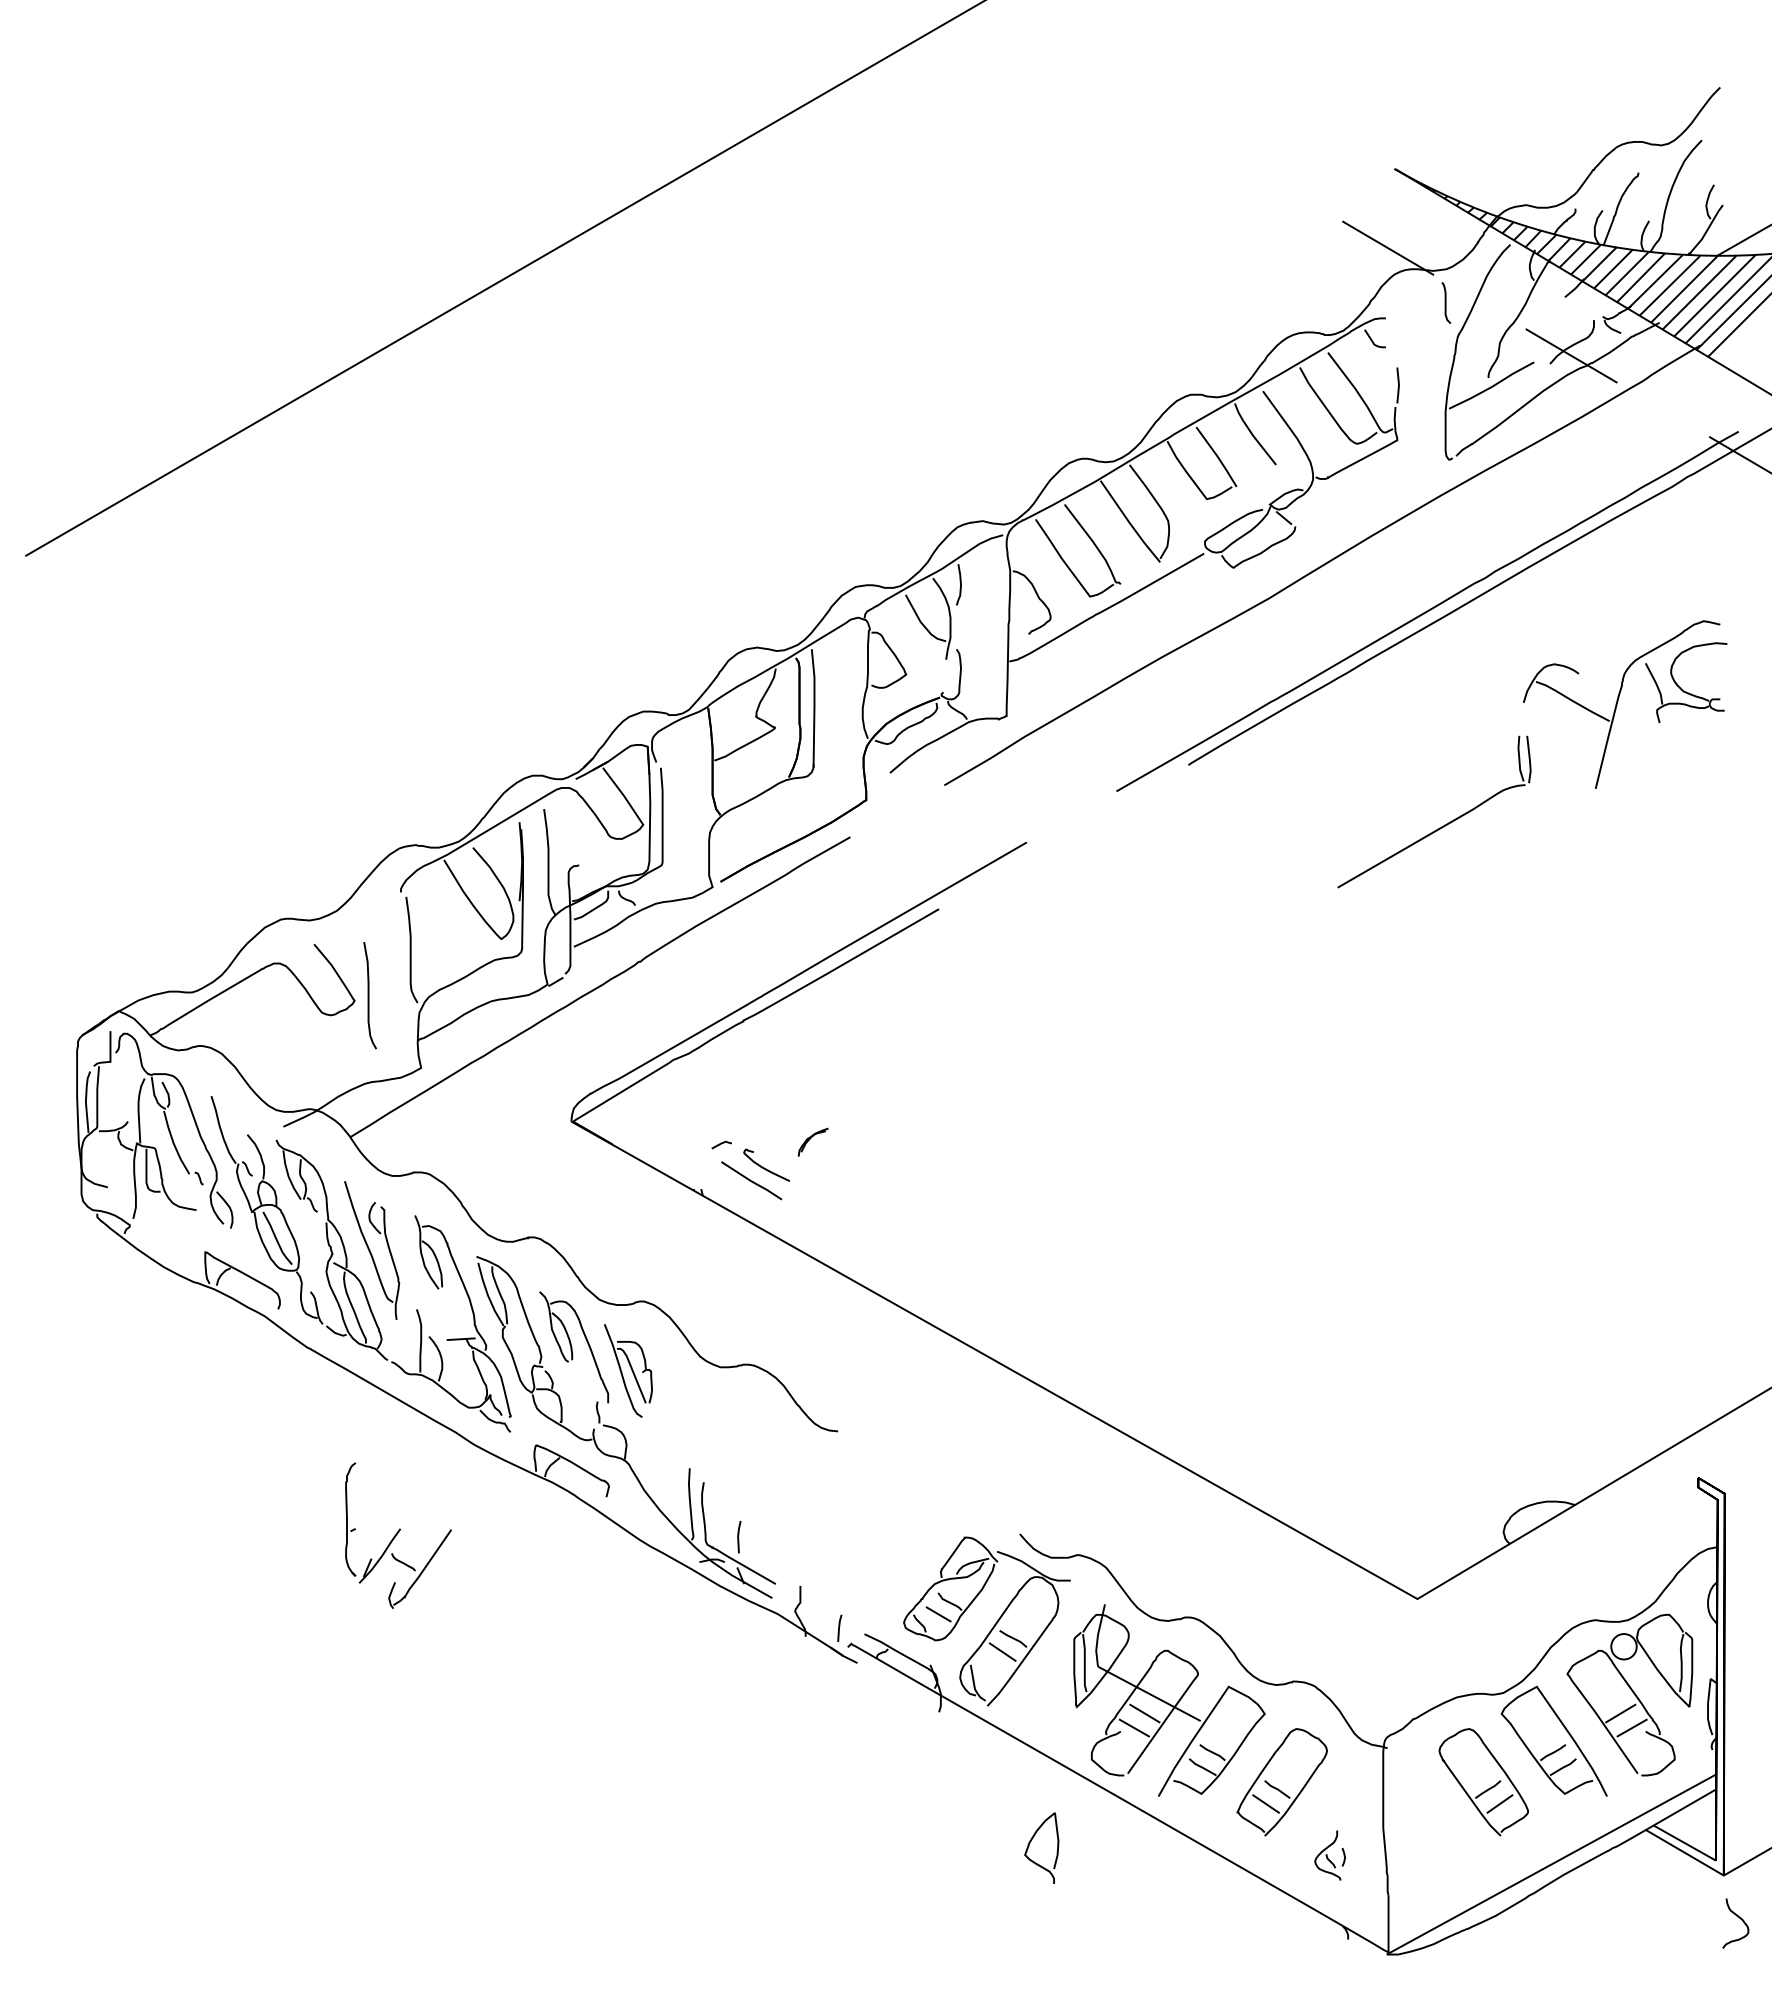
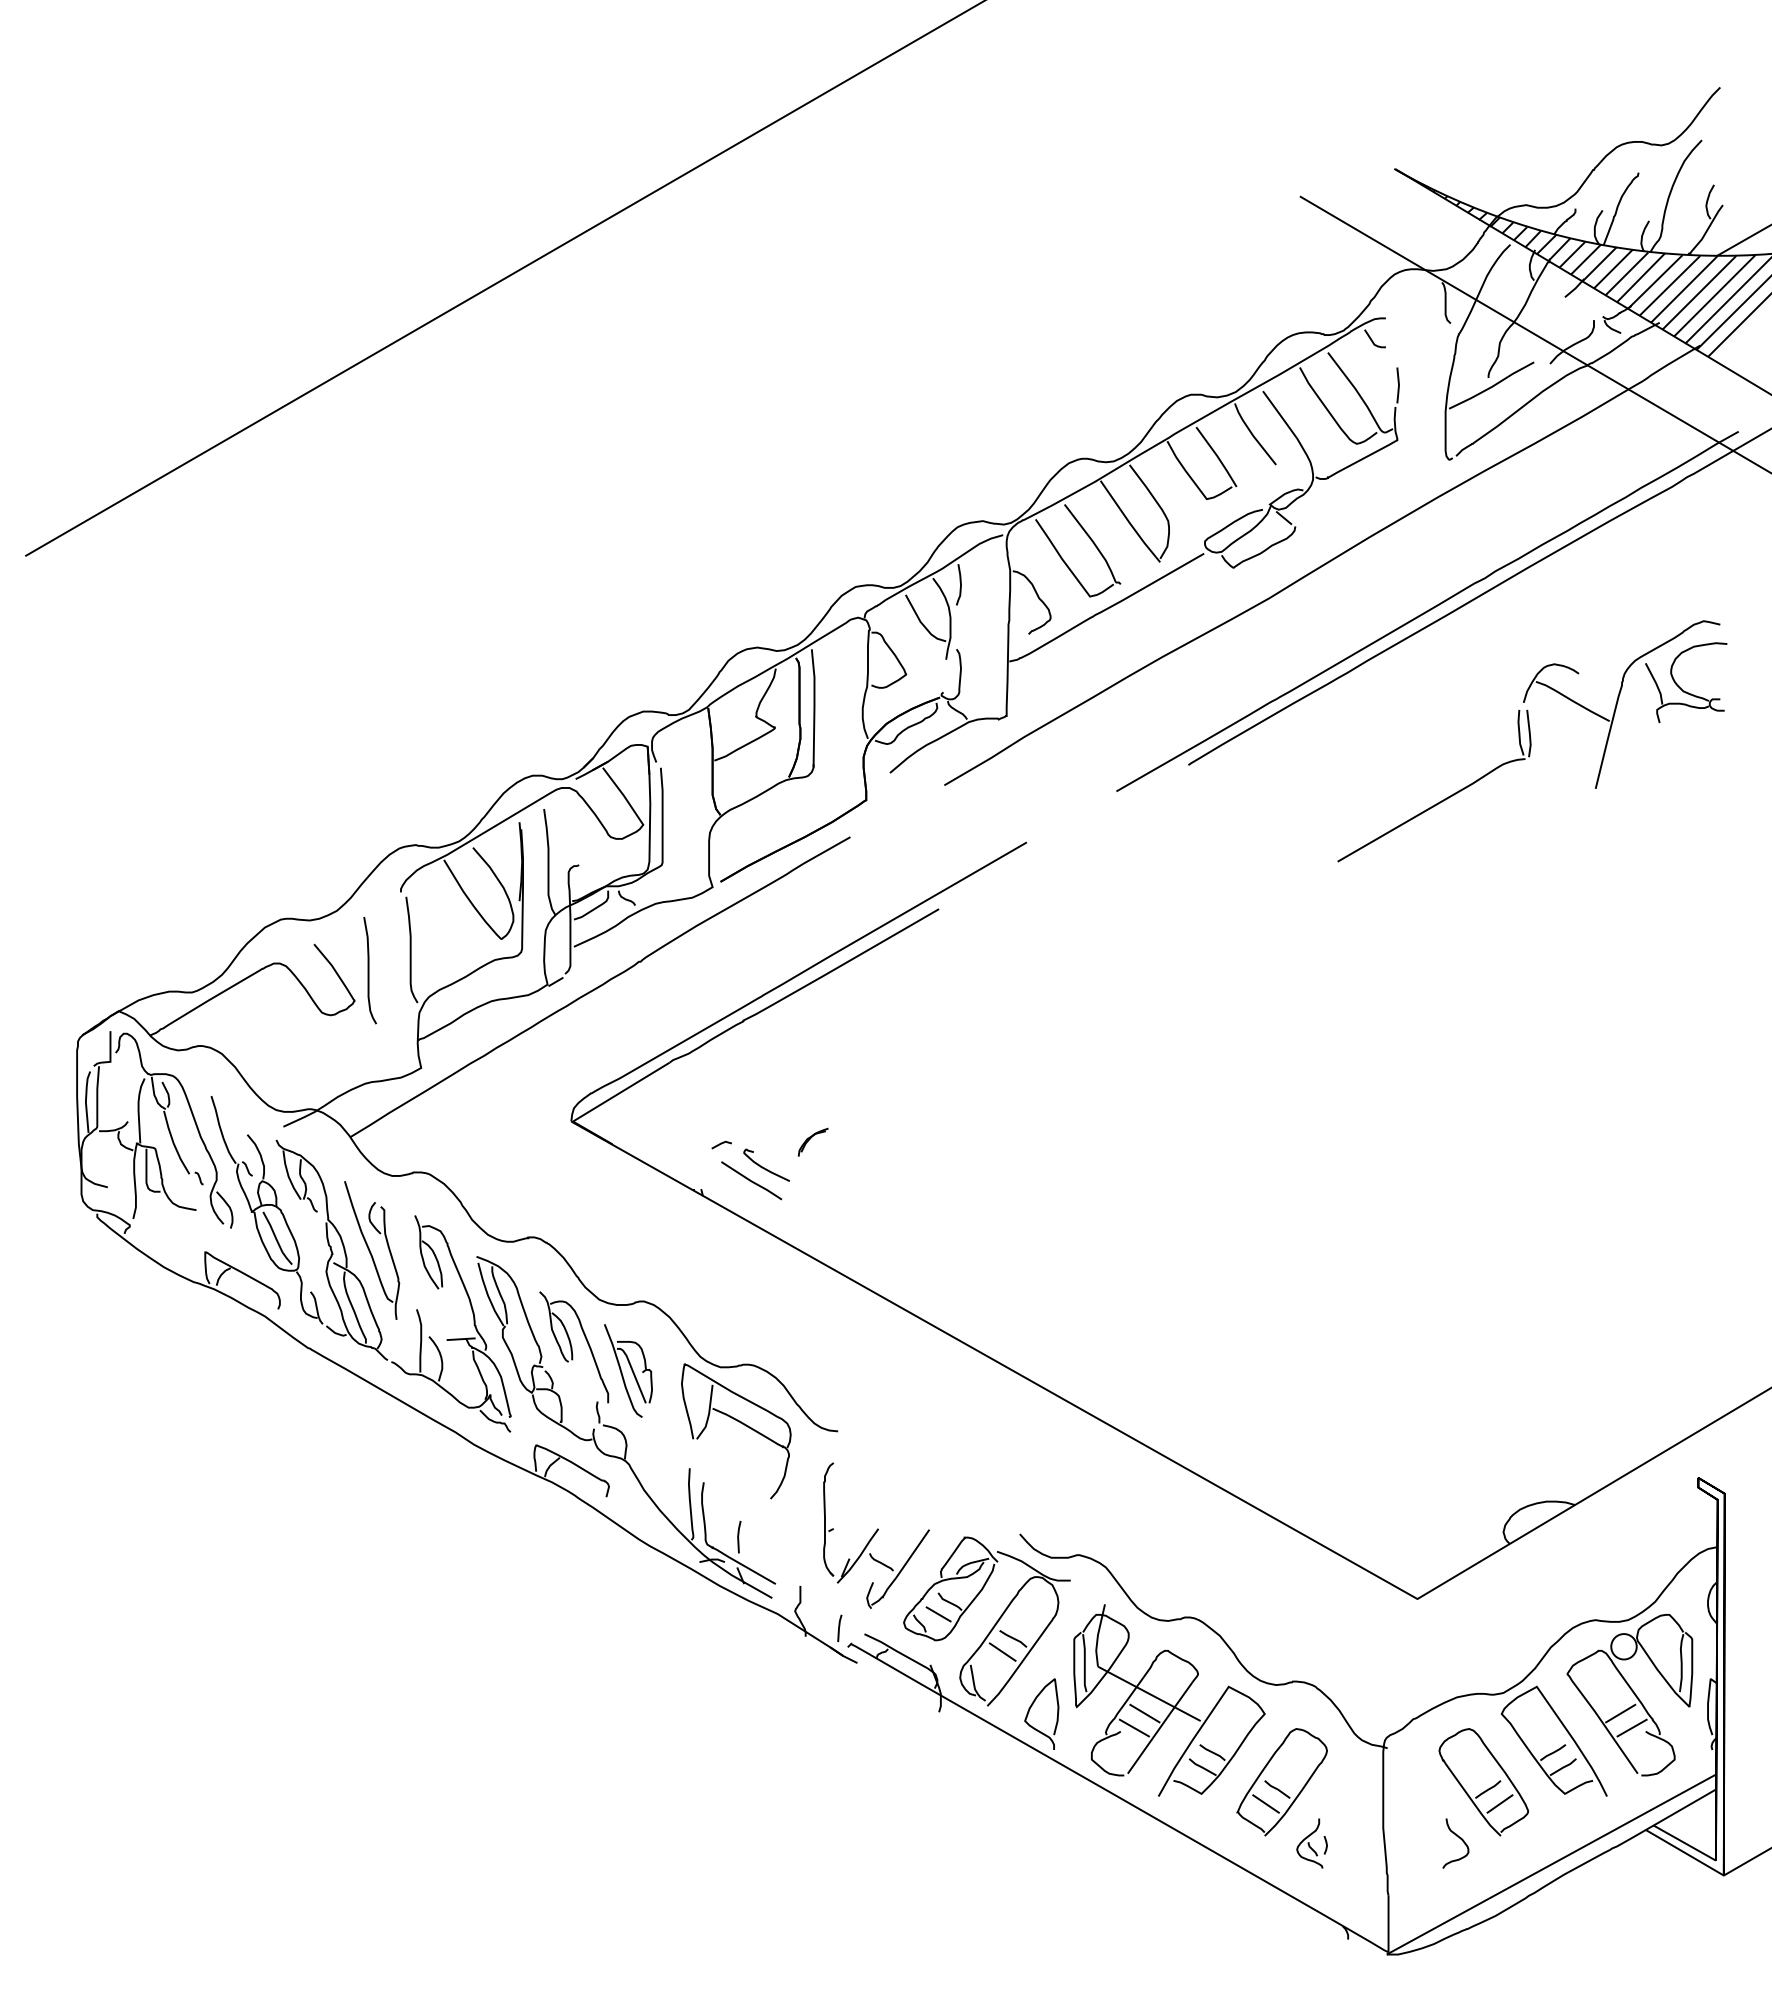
line at (1535, 334): dashed -> solid
part at (1444, 824) position: (1444, 824) -> (1444, 798)
curve at (369, 995) position: (369, 995) -> (369, 970)
part at (740, 1423): none -> present
part at (398, 1535) position: (398, 1535) -> (876, 1535)
curve at (1031, 1841) position: (1031, 1841) -> (1031, 1707)
part at (1329, 1855) position: (1329, 1855) -> (1311, 1843)
curve at (1737, 1917) position: (1737, 1917) -> (1457, 1837)
